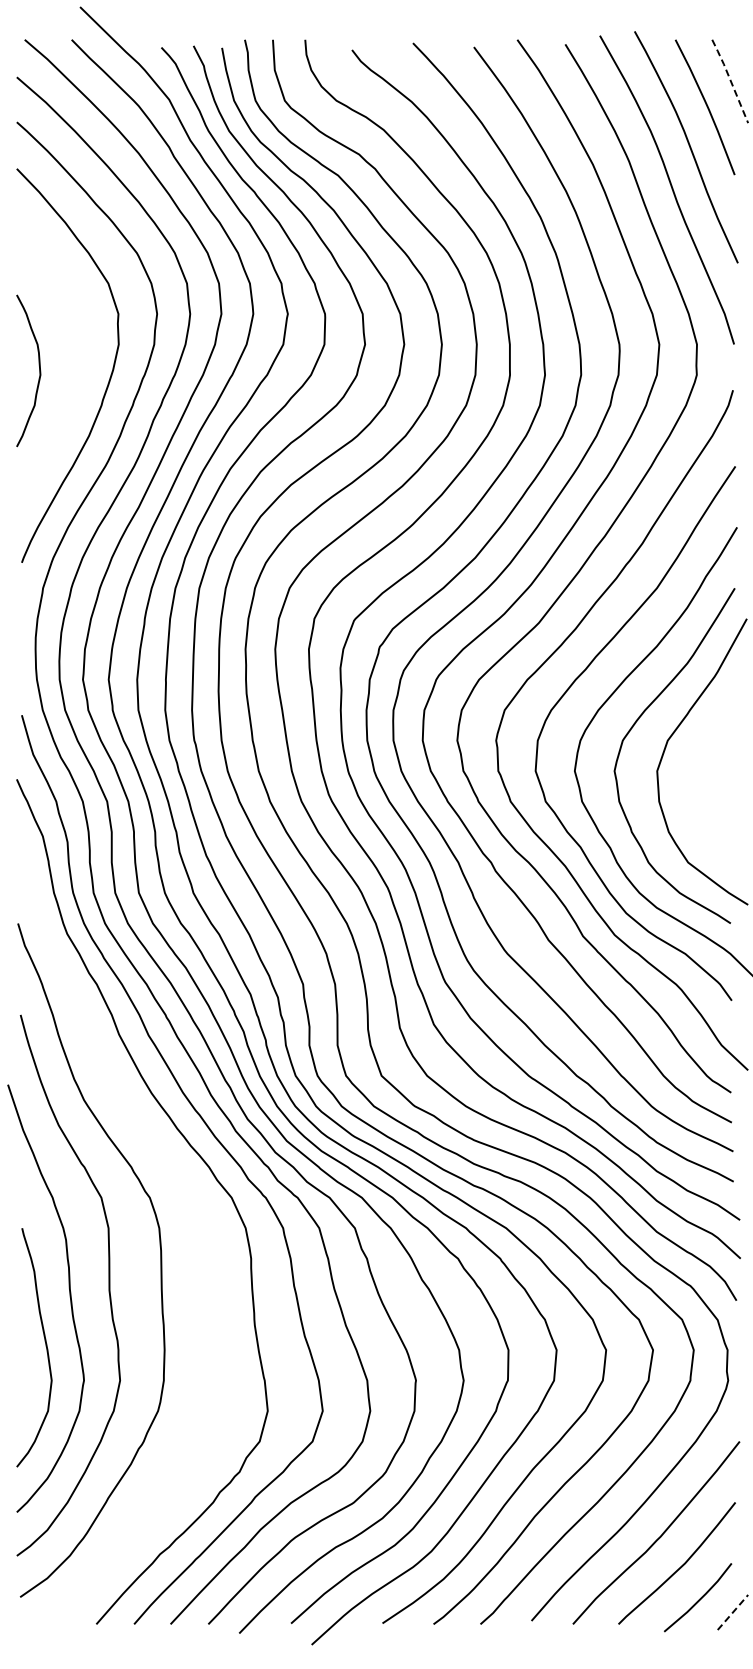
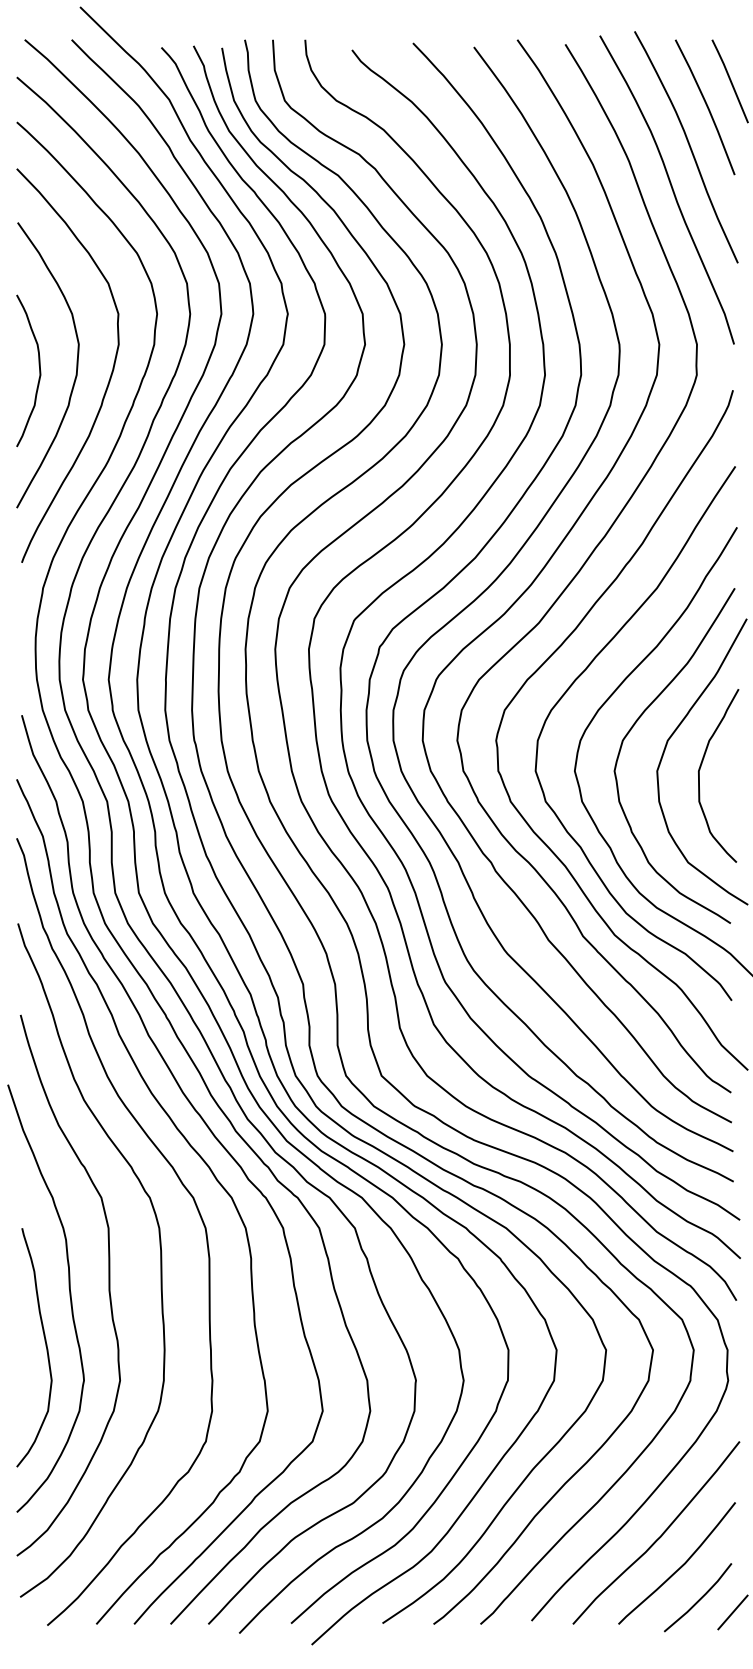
line at (730, 79): dashed -> solid
curve at (76, 365): none -> present
curve at (700, 769): none -> present
curve at (181, 1184): none -> present
line at (733, 1612): dashed -> solid
